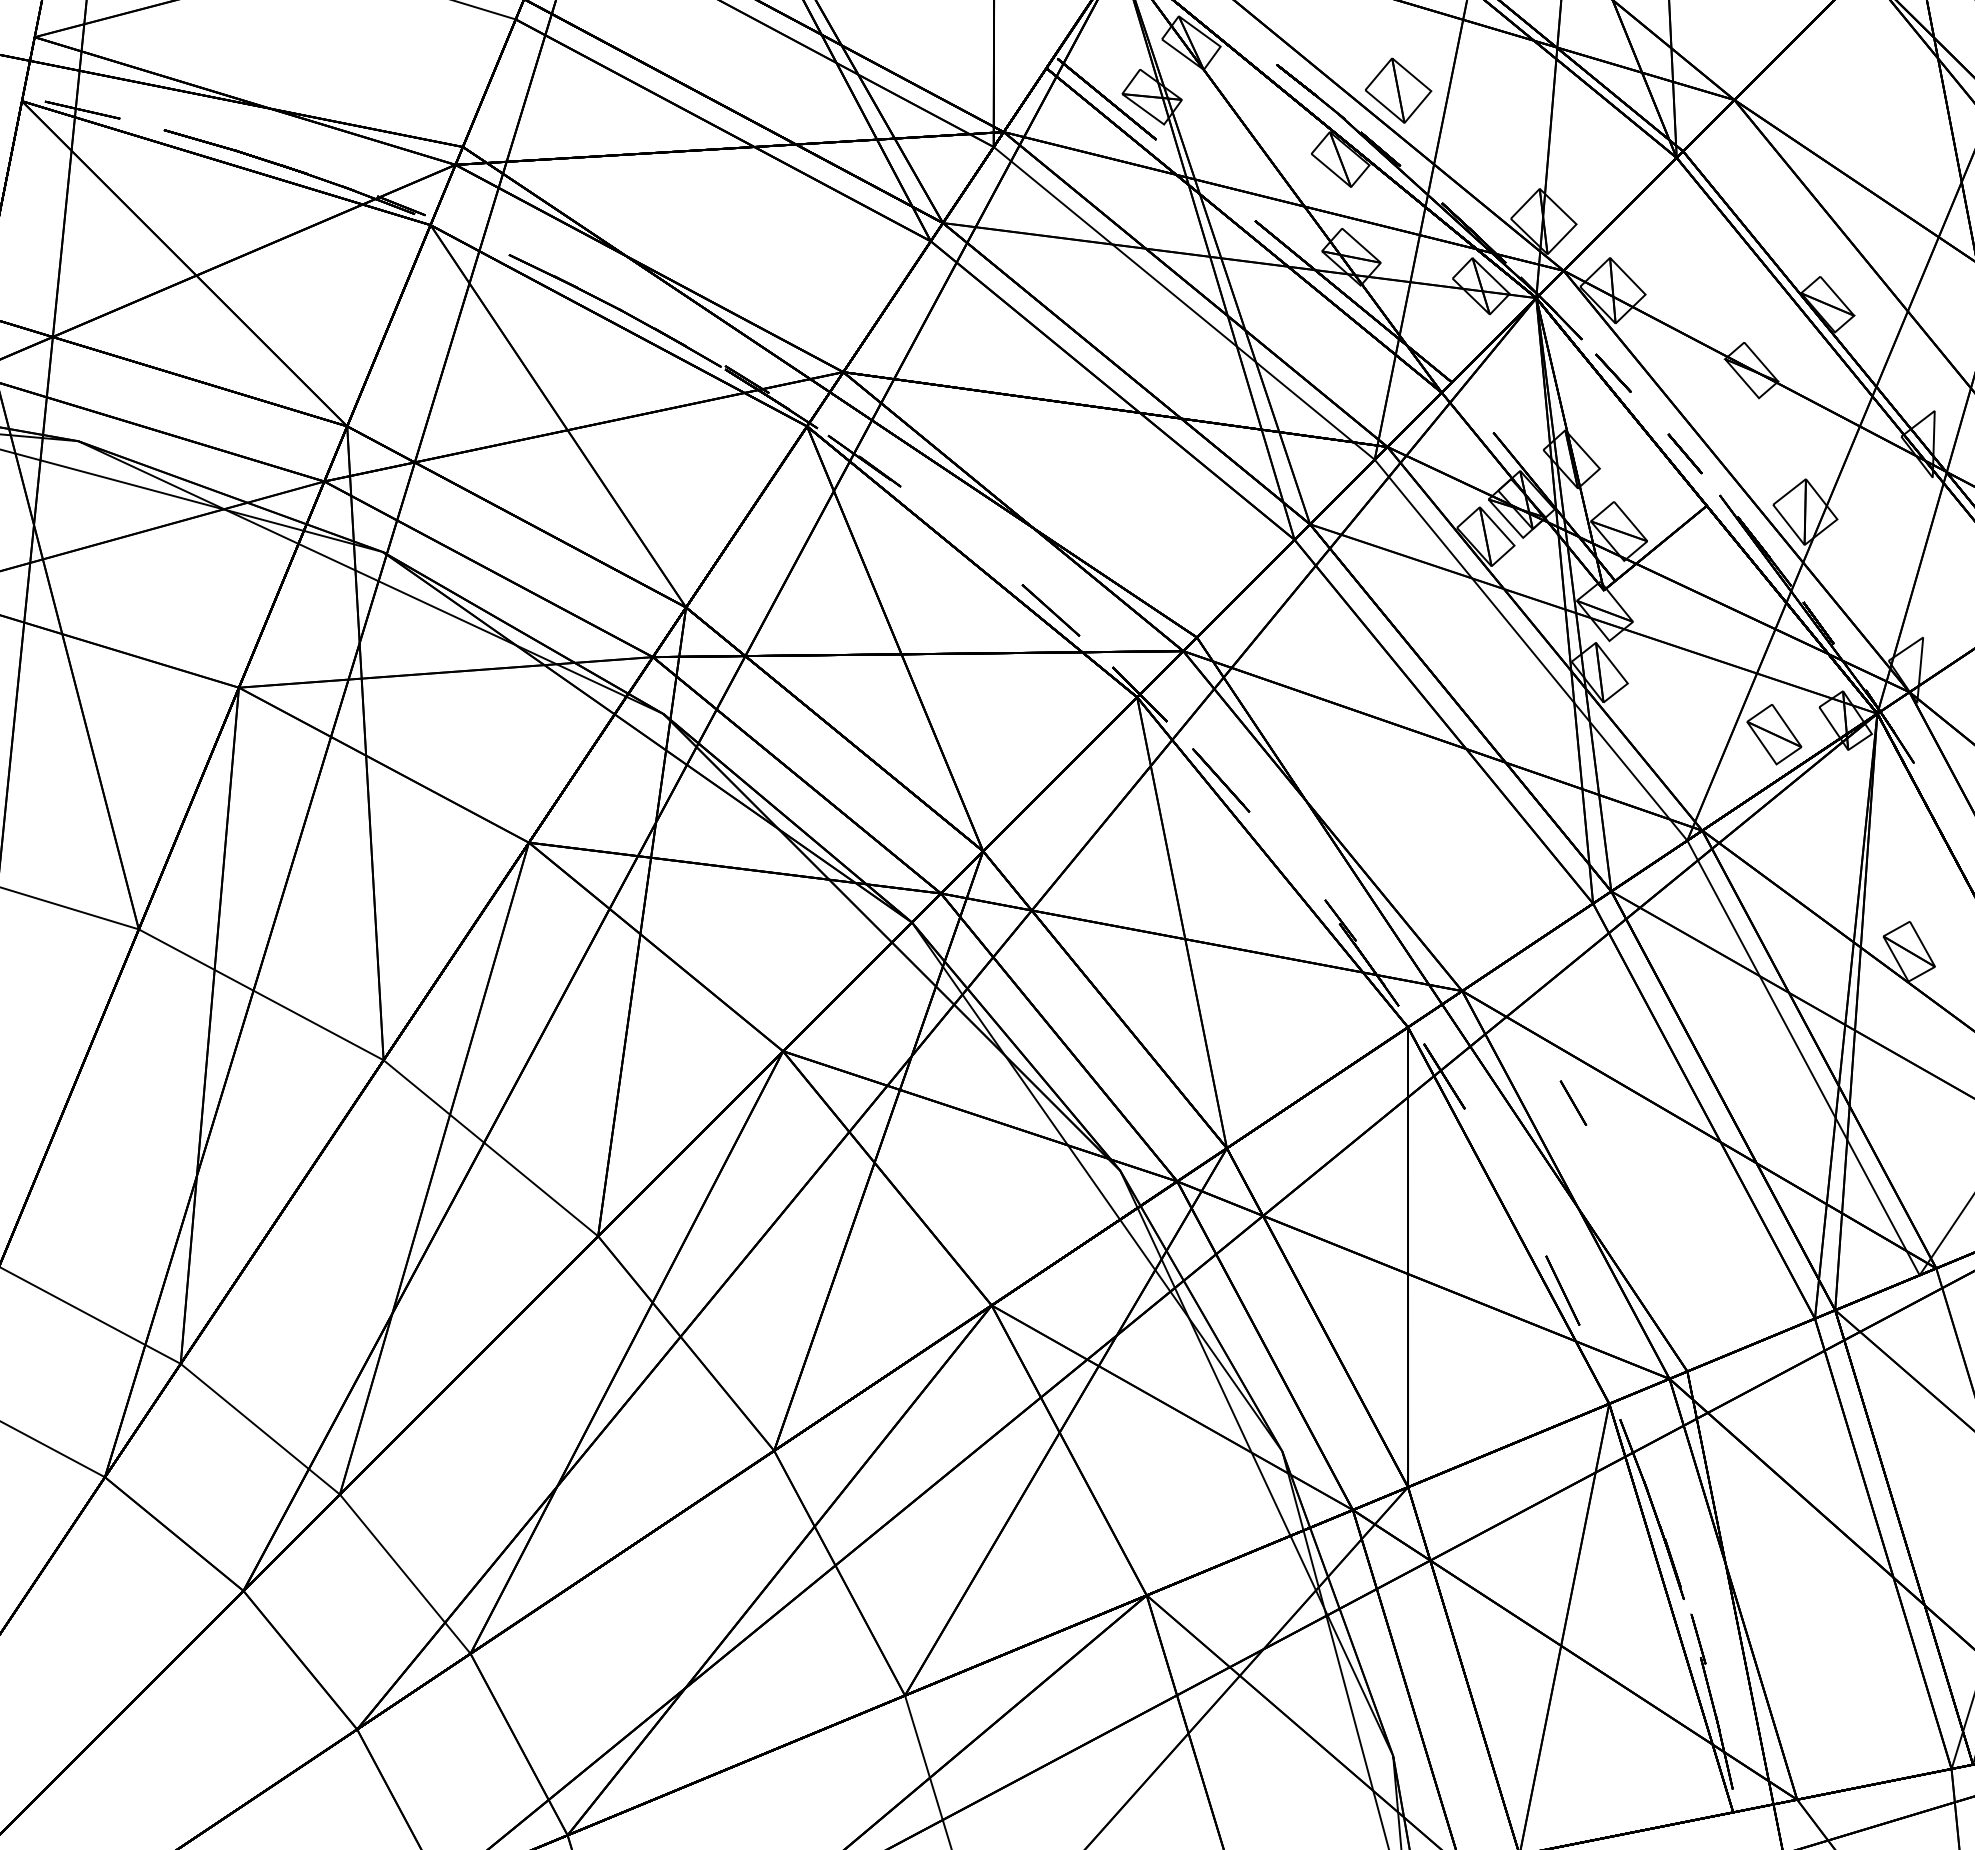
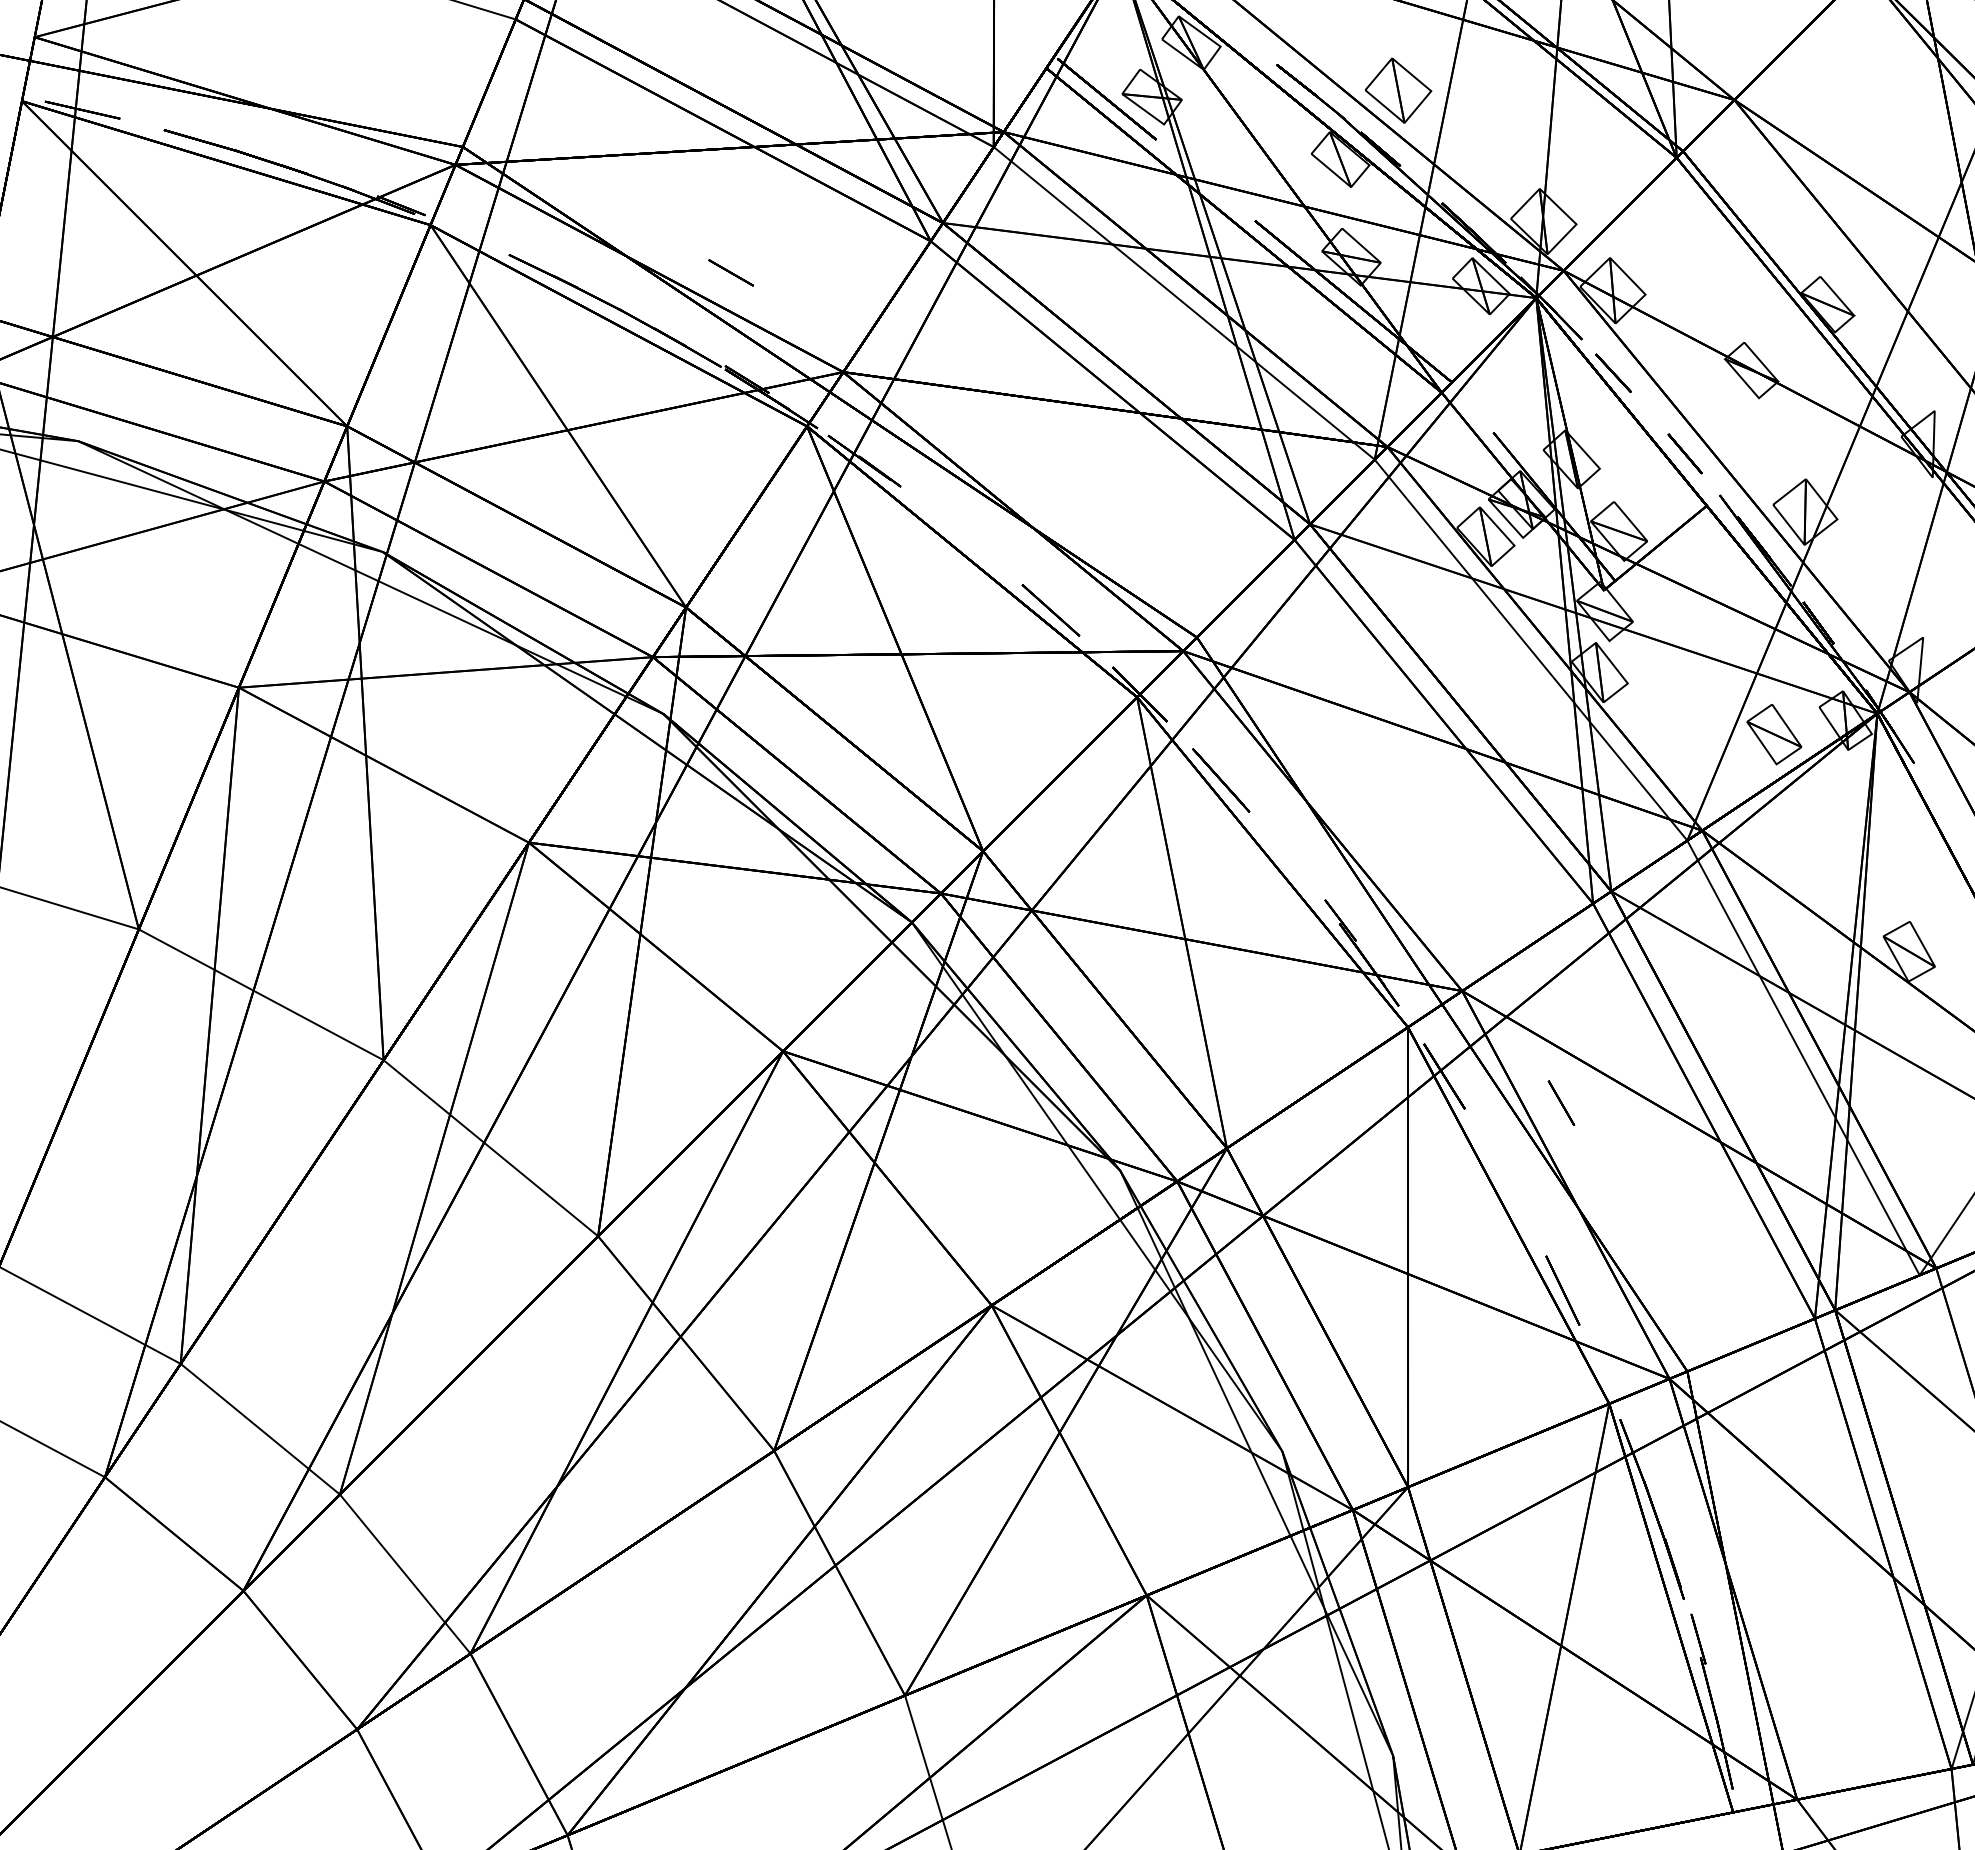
line at (730, 272): none -> present
line at (1573, 1102) position: (1573, 1102) -> (1561, 1102)
